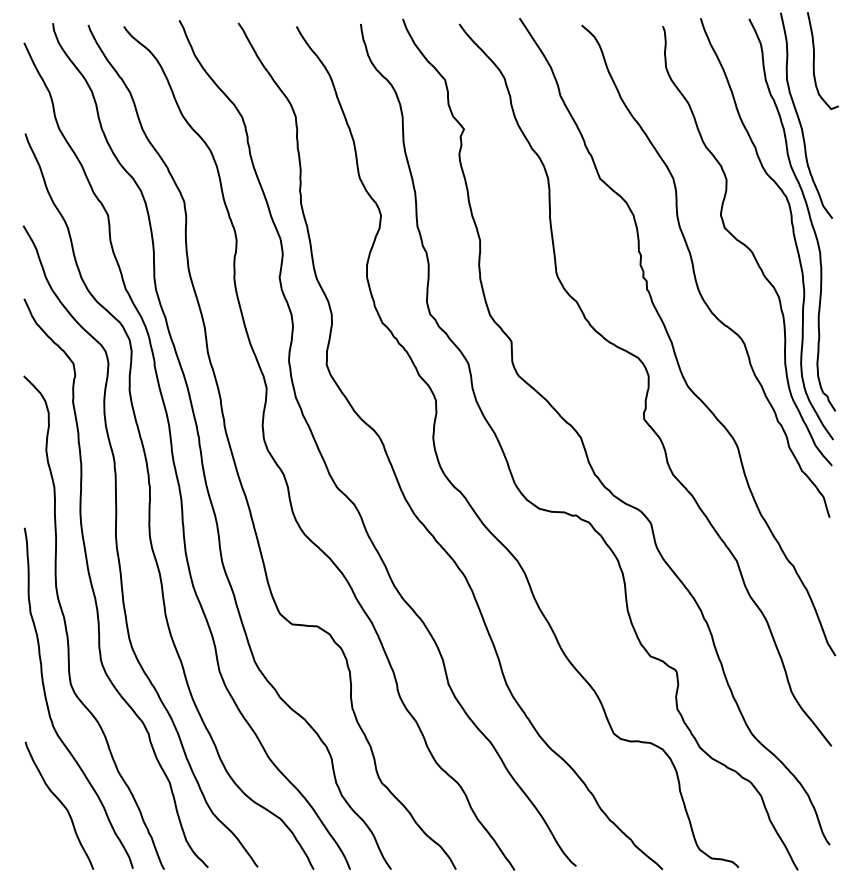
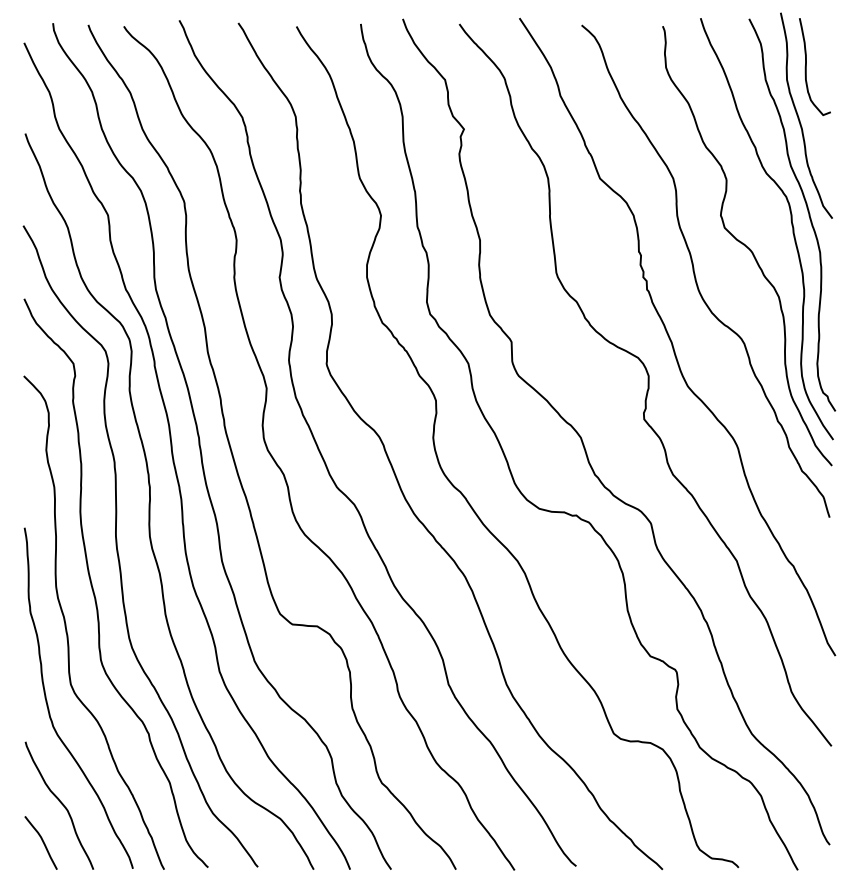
curve at (814, 60) position: (814, 60) -> (806, 66)
curve at (42, 842): none -> present
